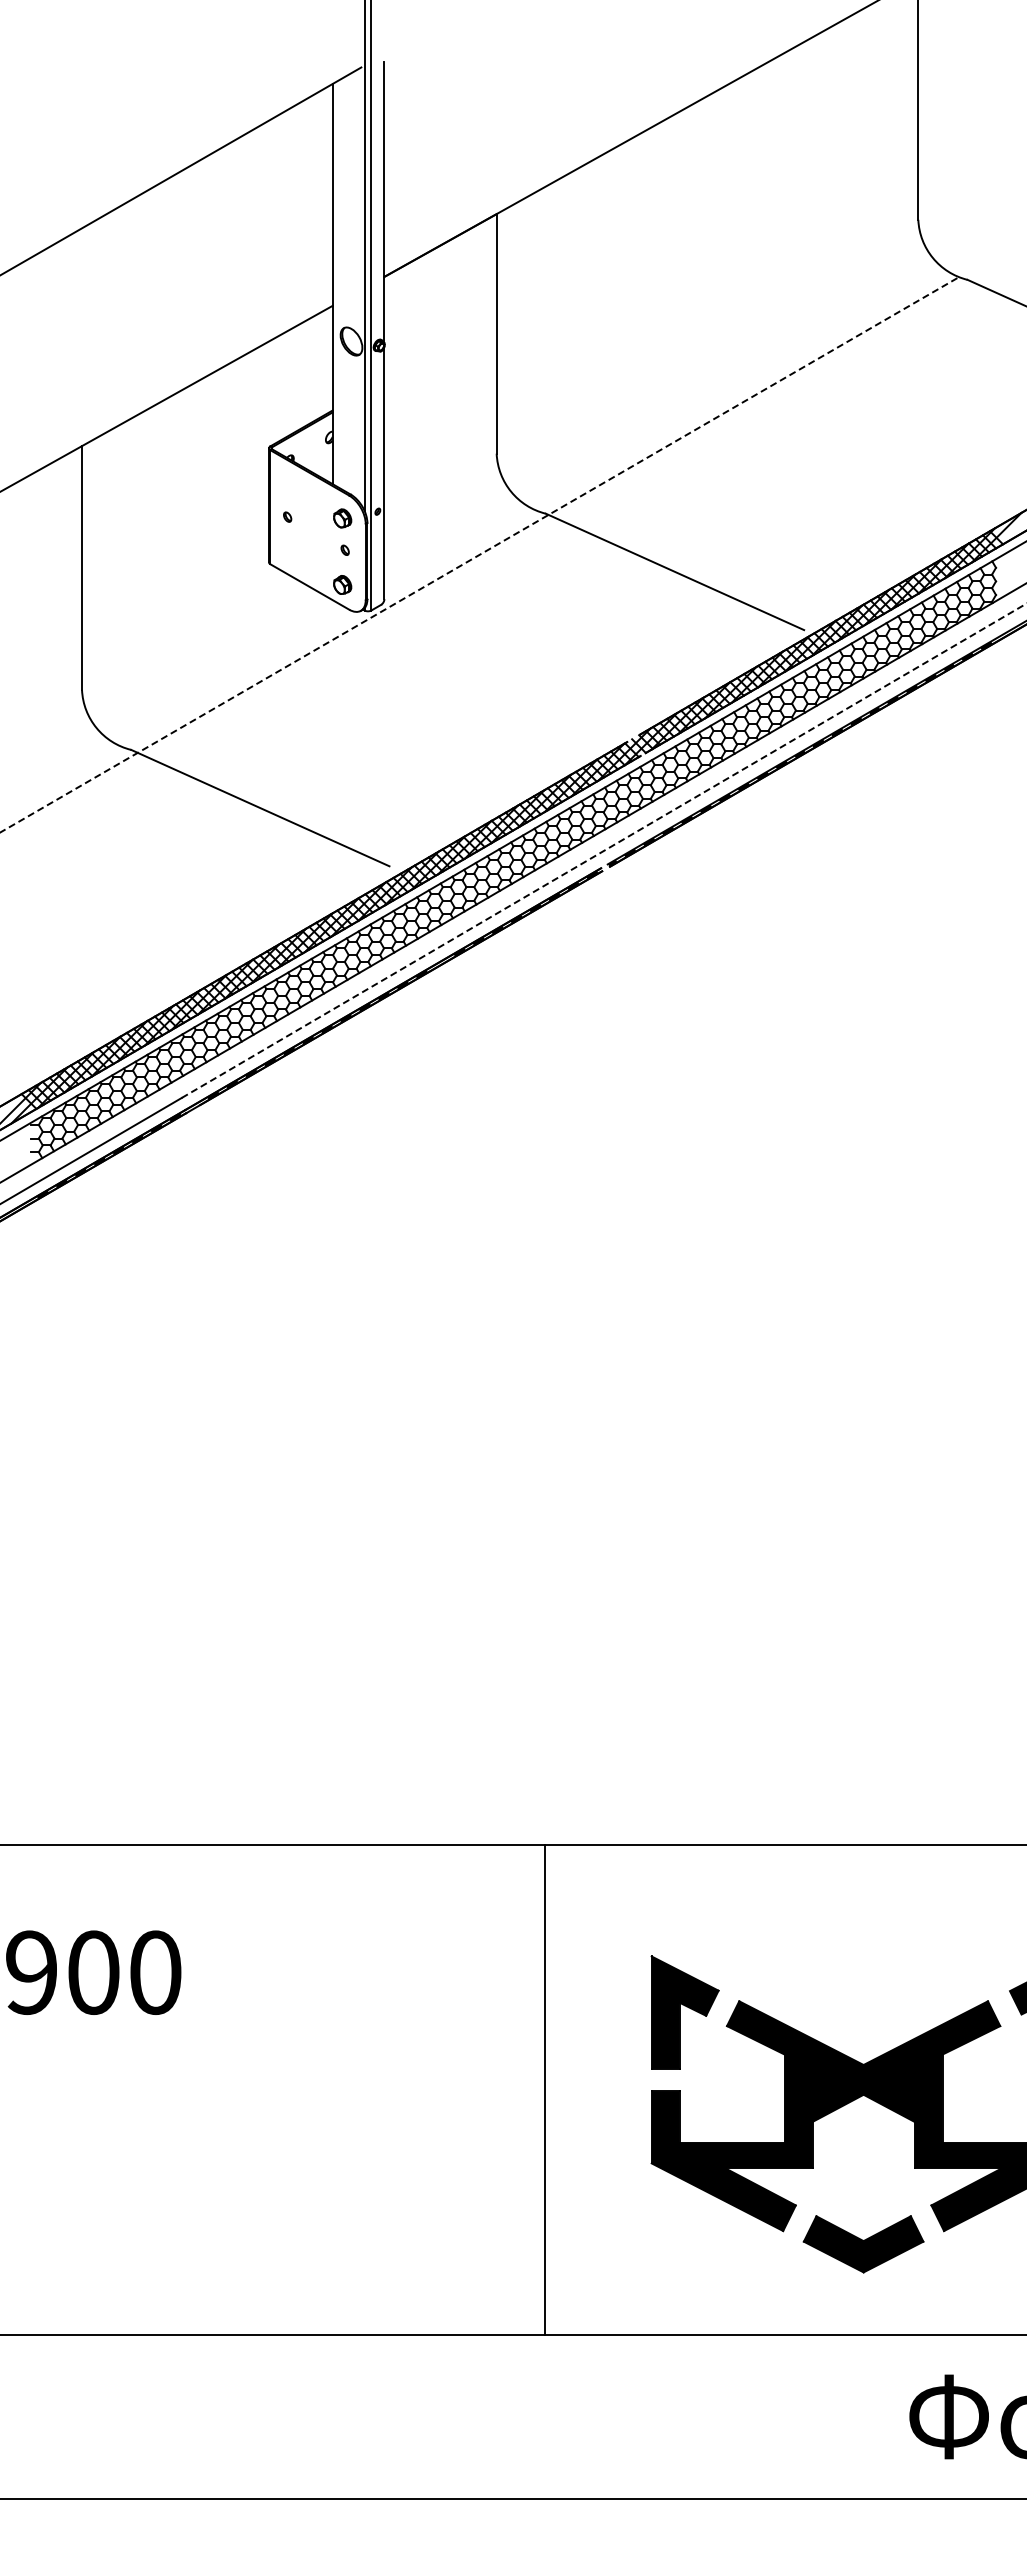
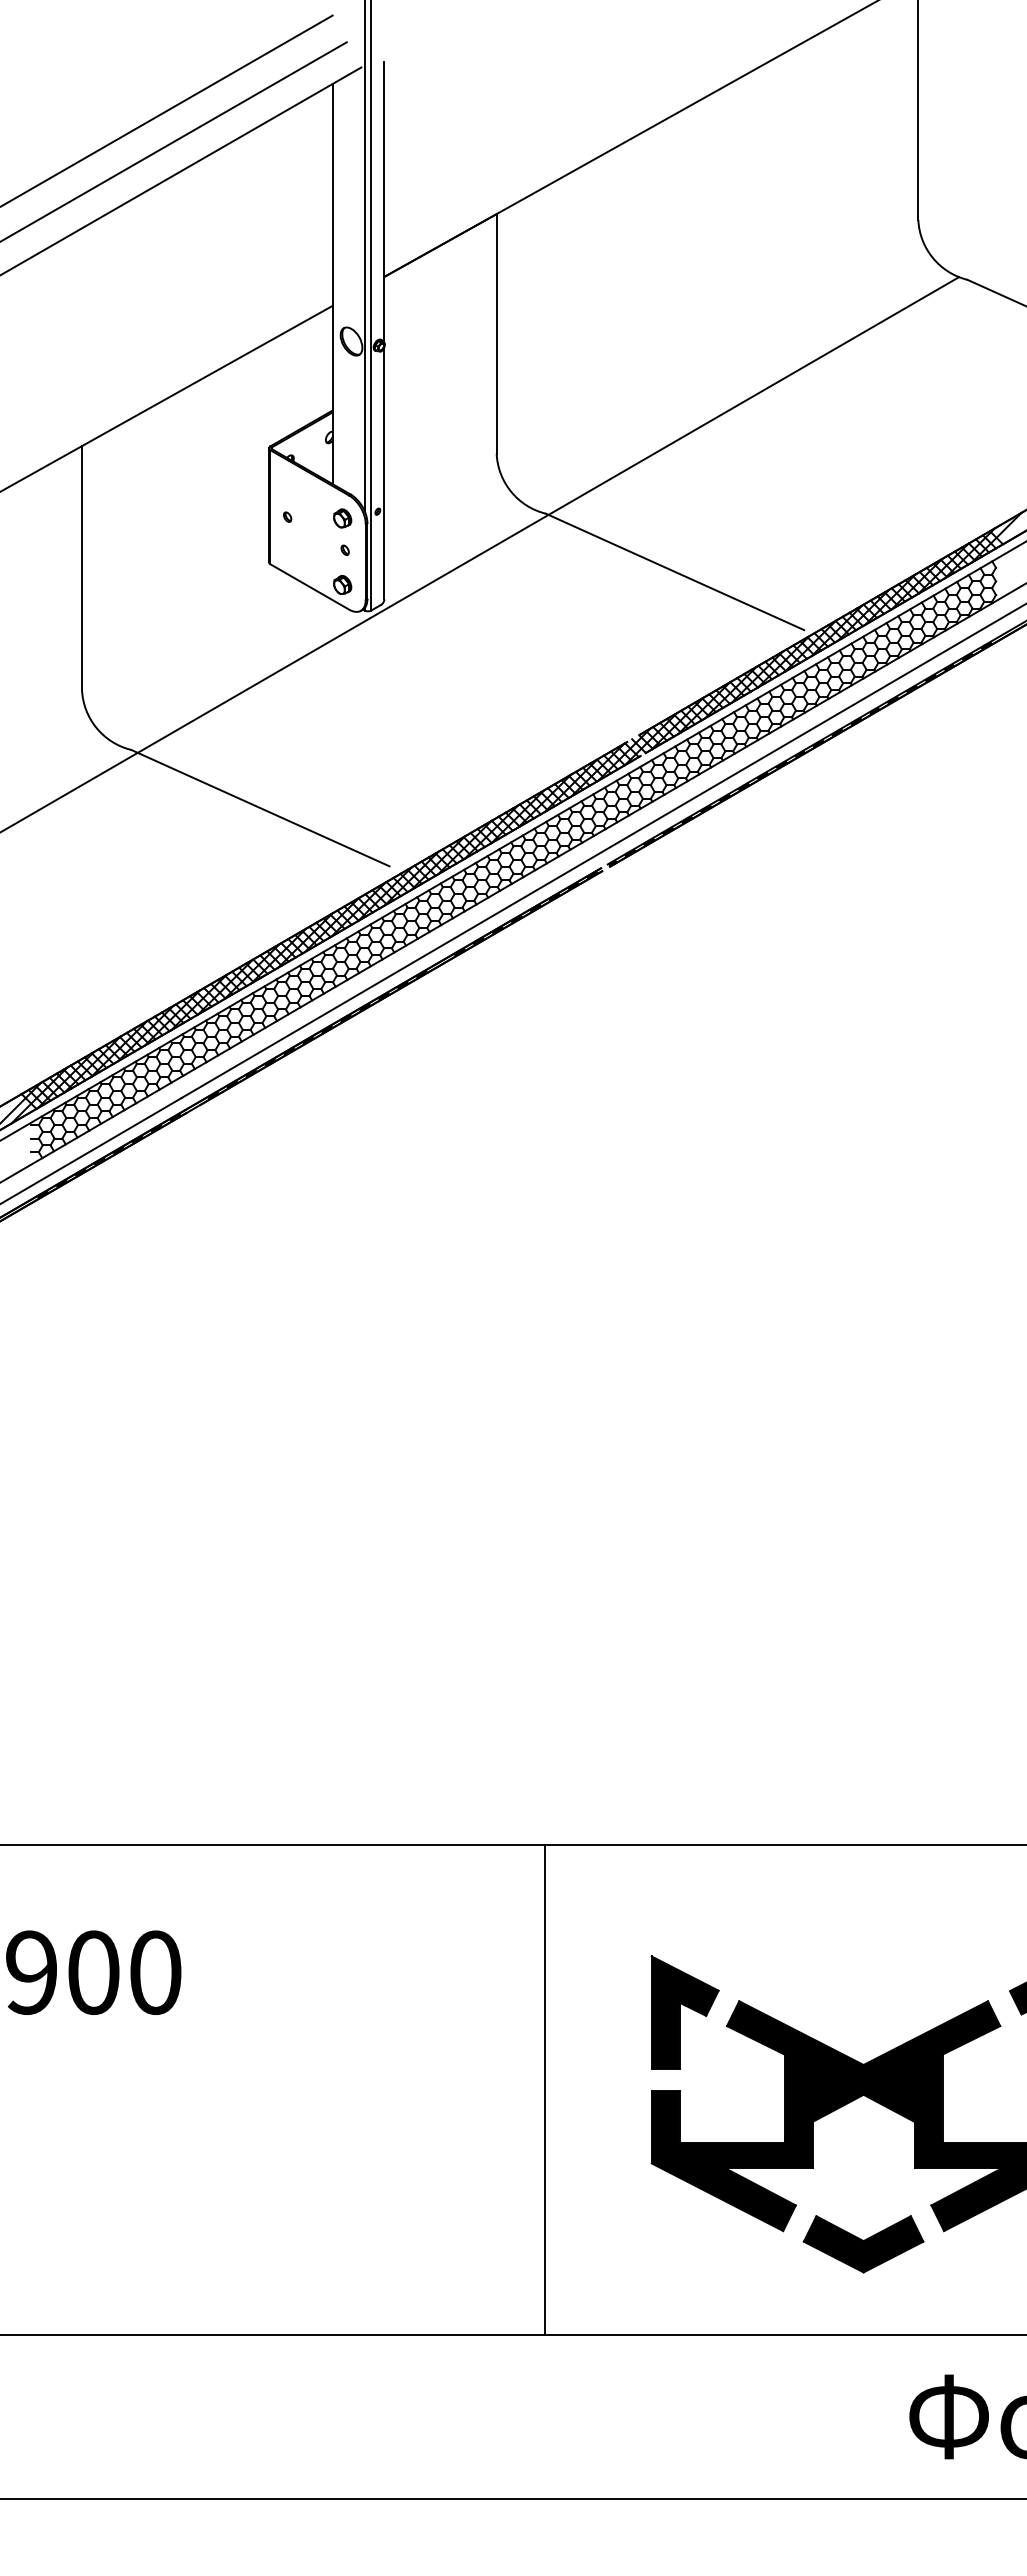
line at (167, 110): none -> present
line at (174, 141): none -> present
line at (479, 554): dashed -> solid
line at (604, 850): dashed -> solid
